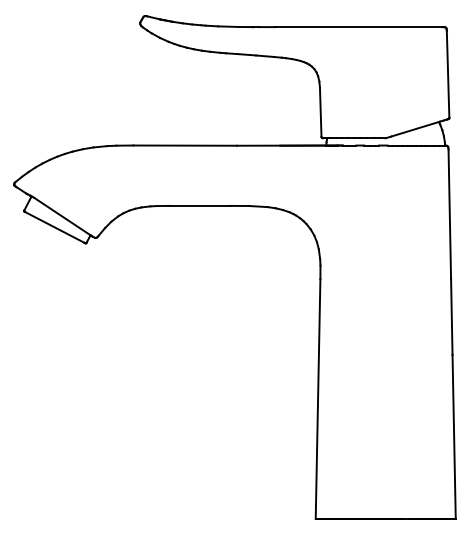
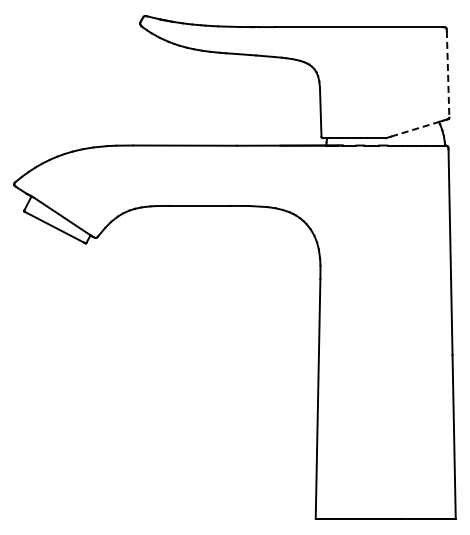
line at (448, 74): solid -> dashed
line at (415, 129): solid -> dashed
